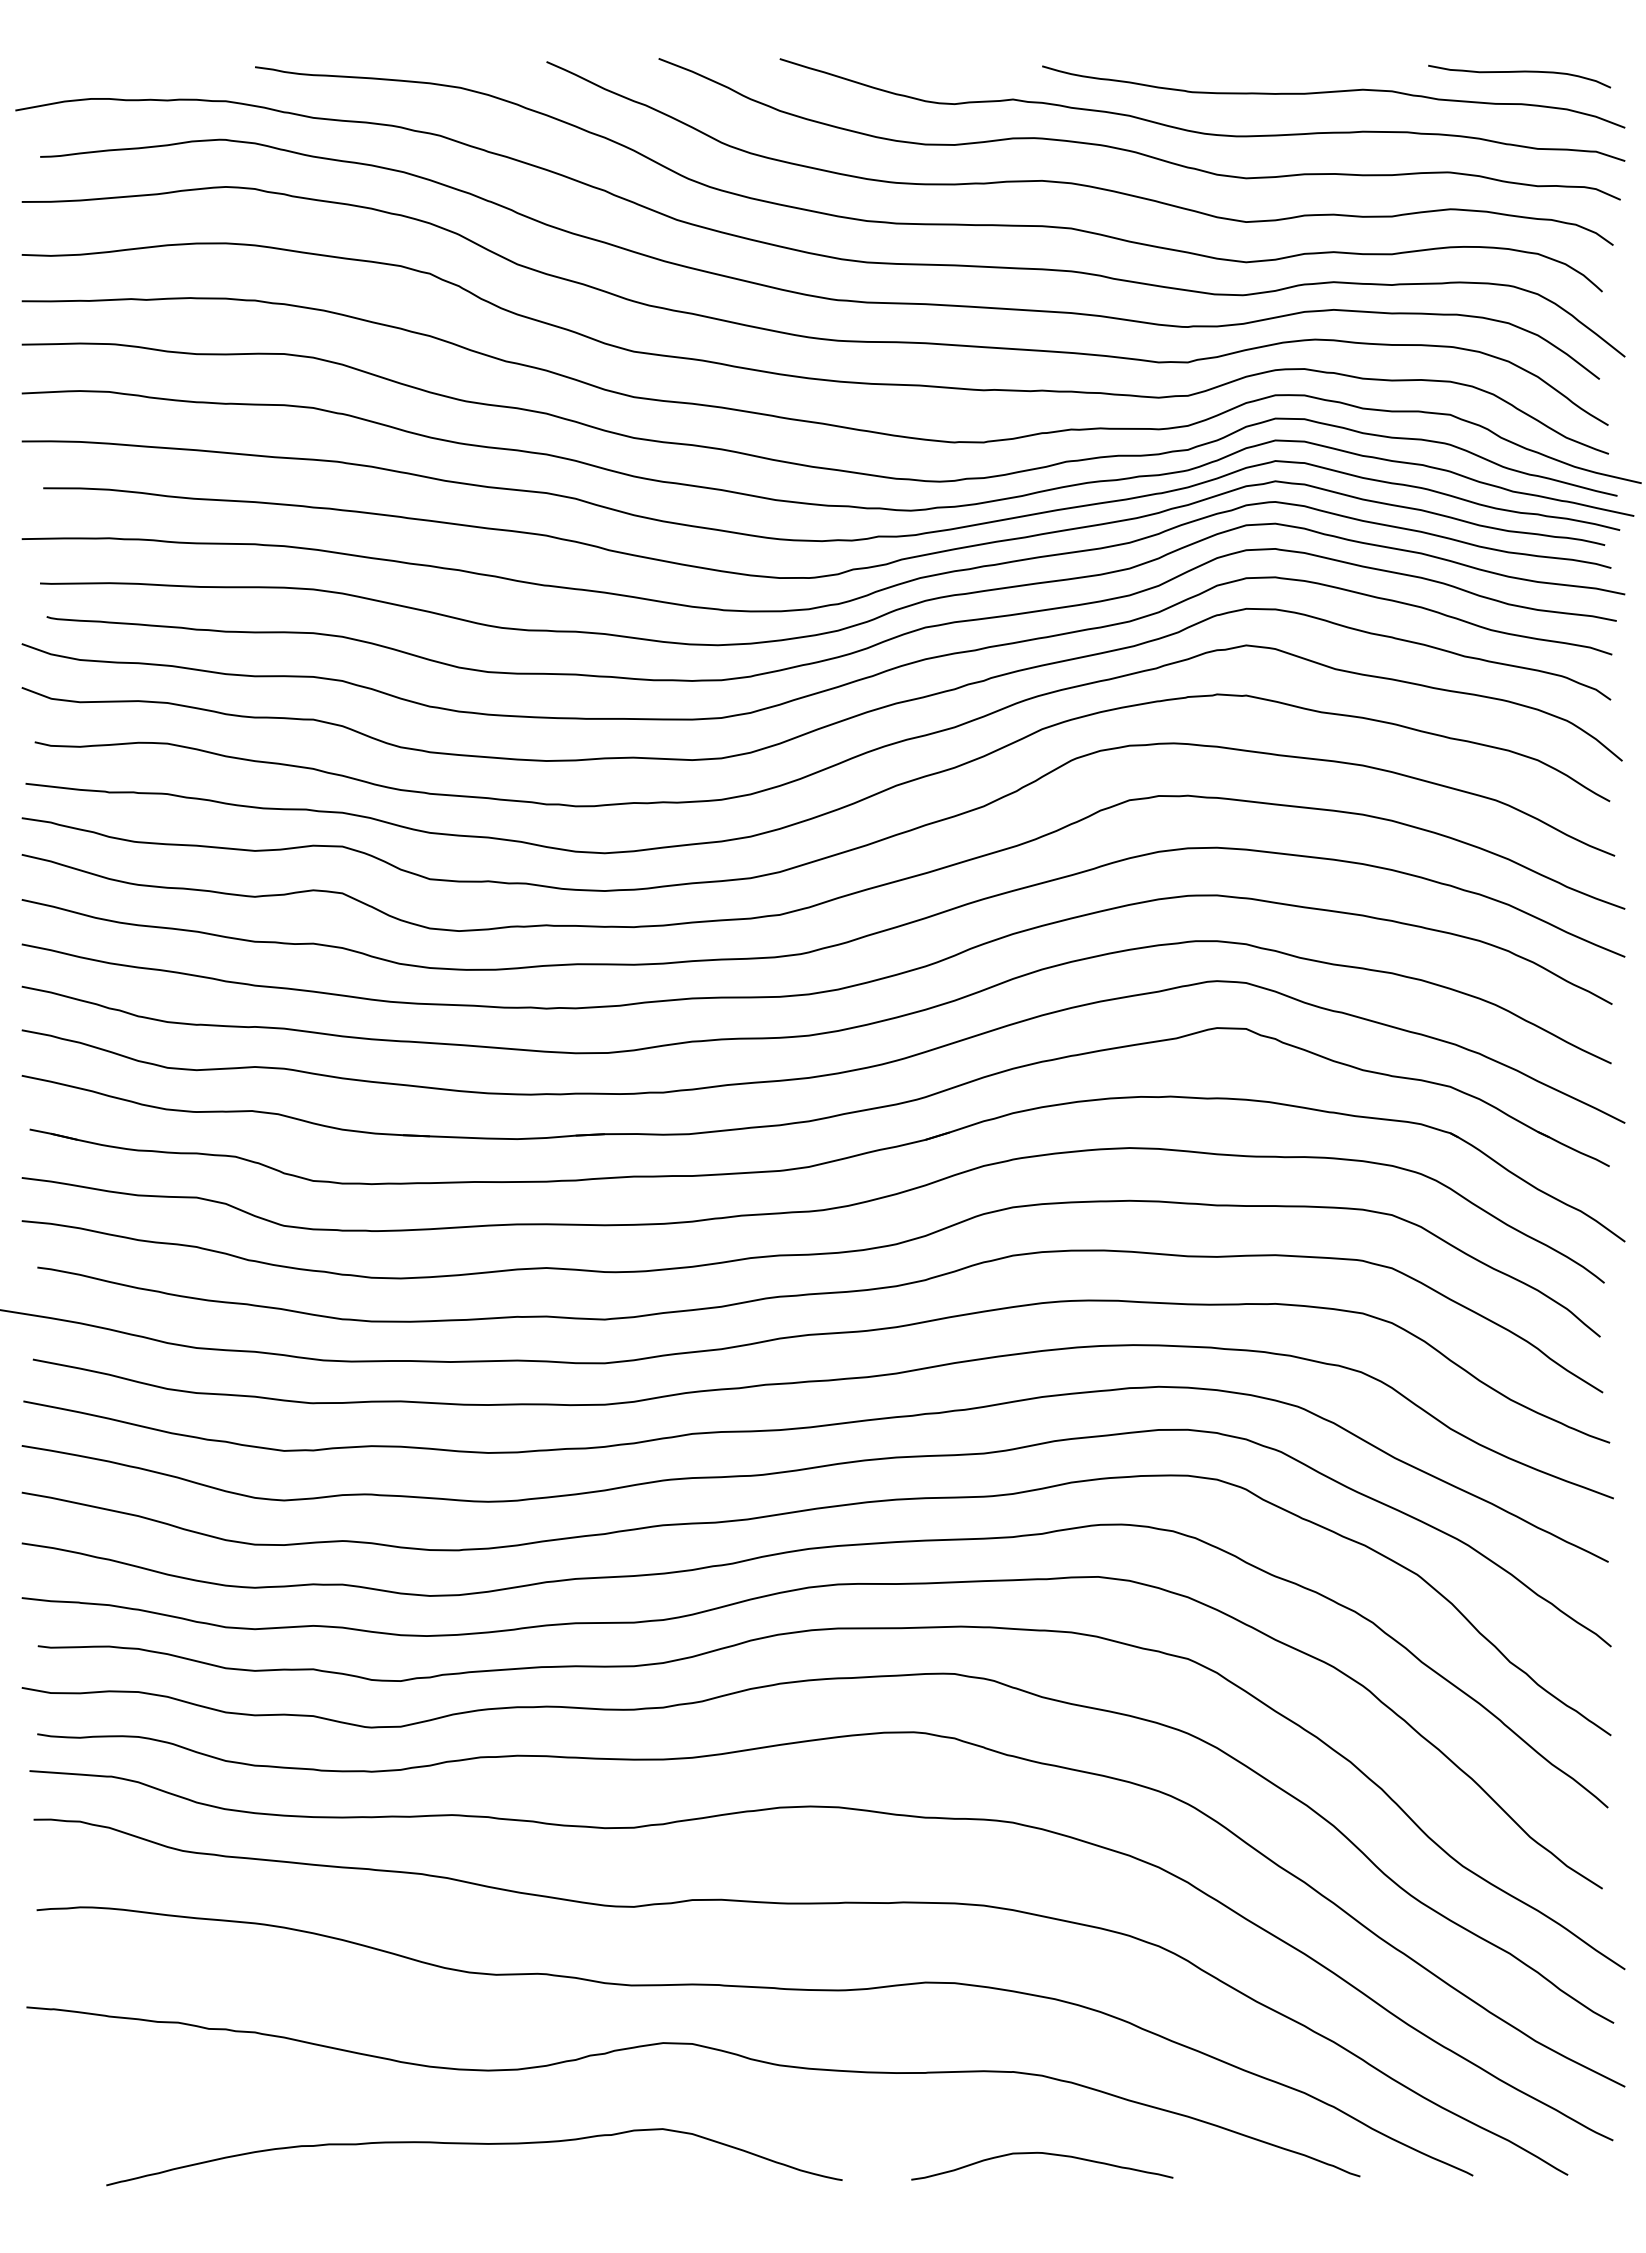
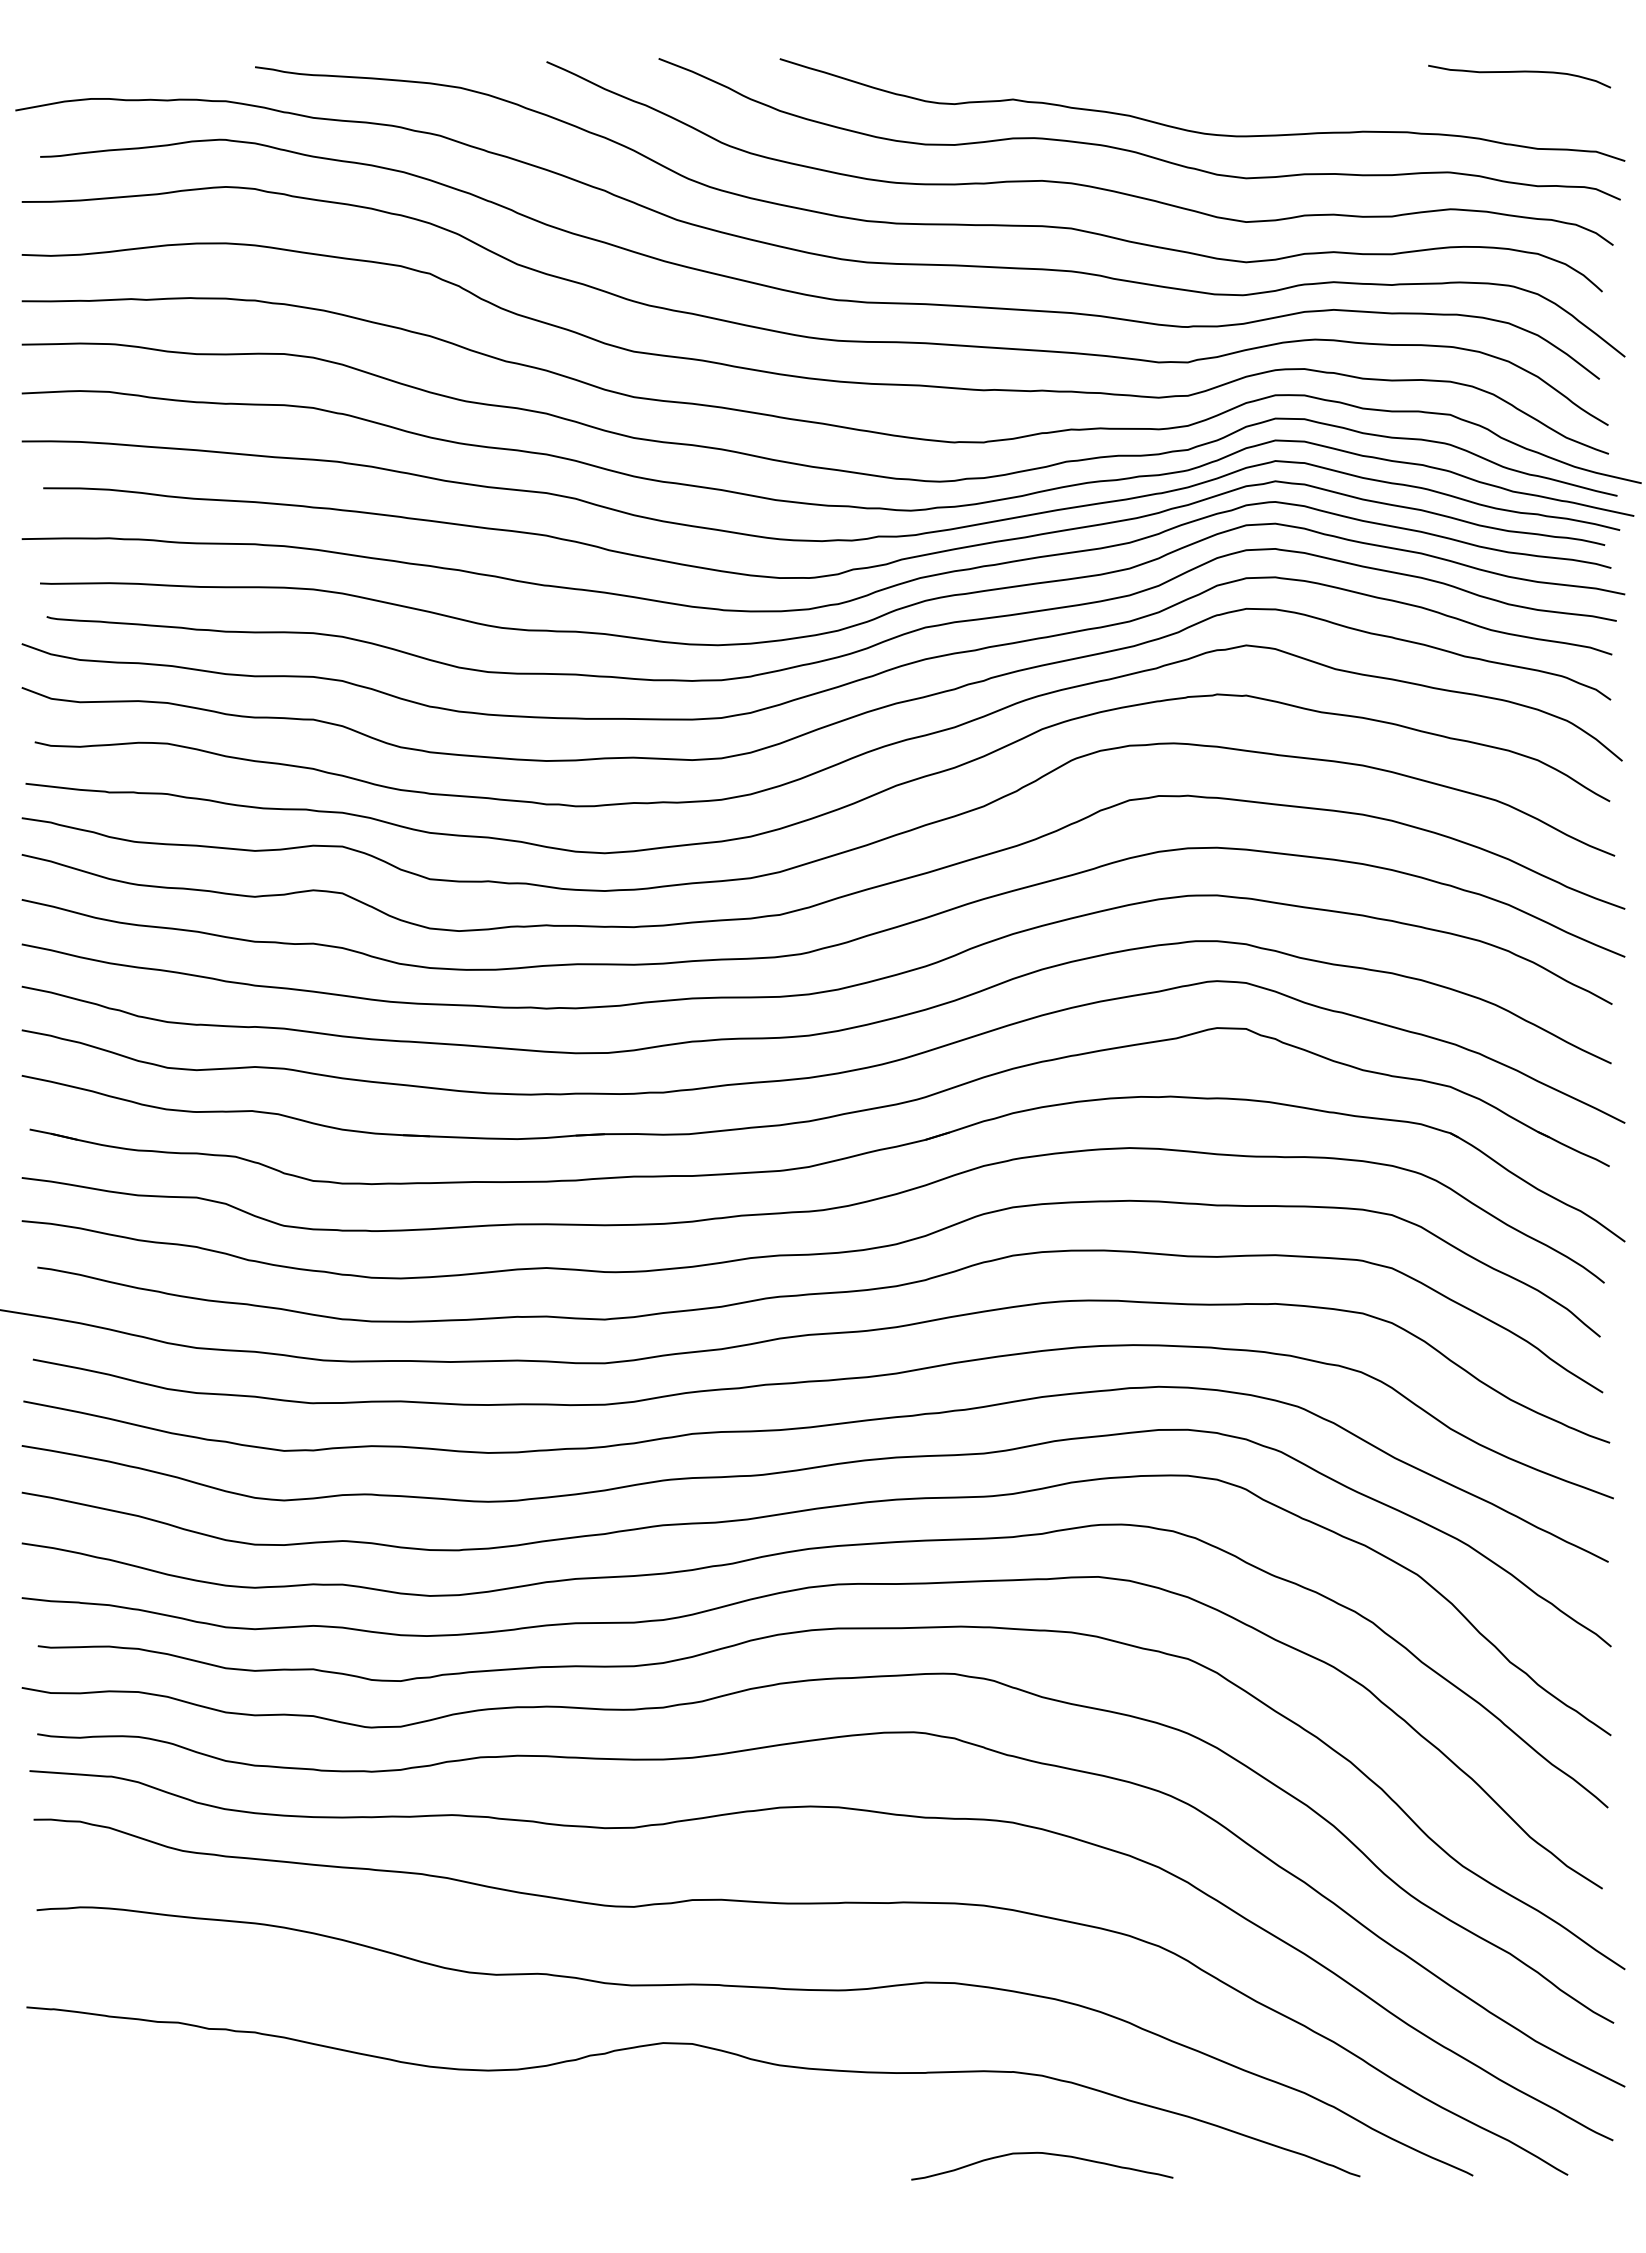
curve at (1333, 92): present -> none
curve at (474, 2144): present -> none
